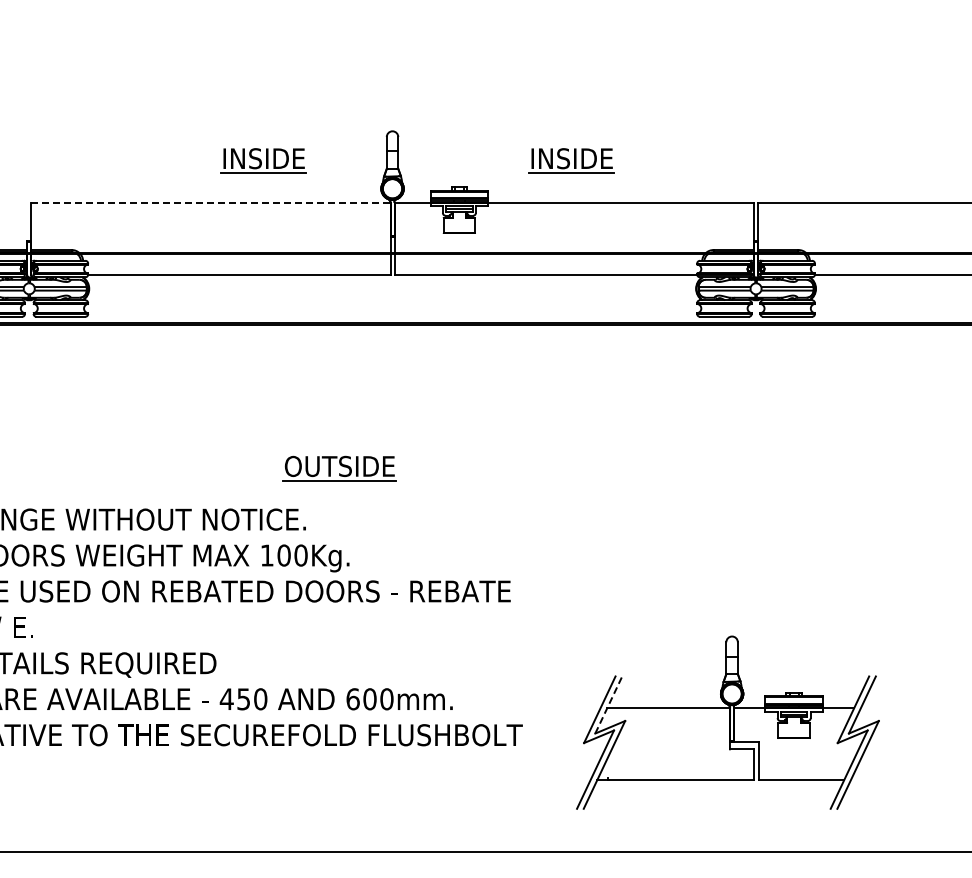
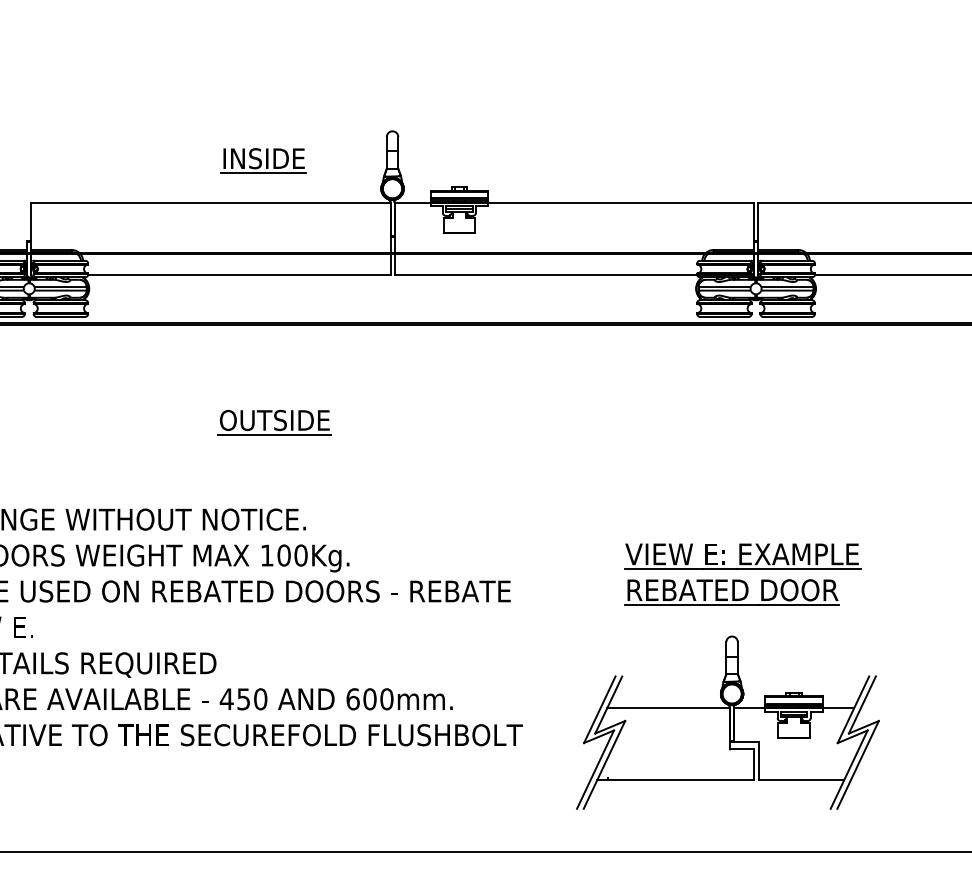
part at (571, 160): present -> none
line at (210, 202): dashed -> solid
part at (339, 468) position: (339, 468) -> (274, 422)
part at (742, 574): none -> present
line at (608, 705): dashed -> solid
